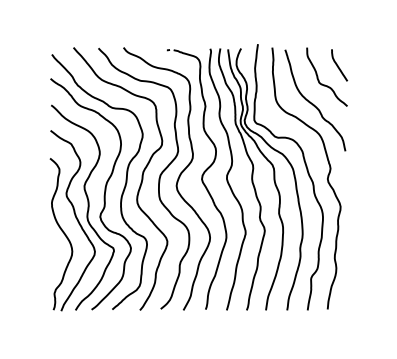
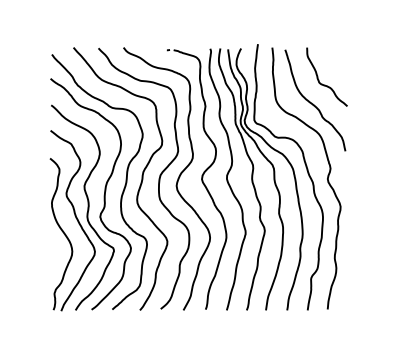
curve at (338, 65): present -> none
